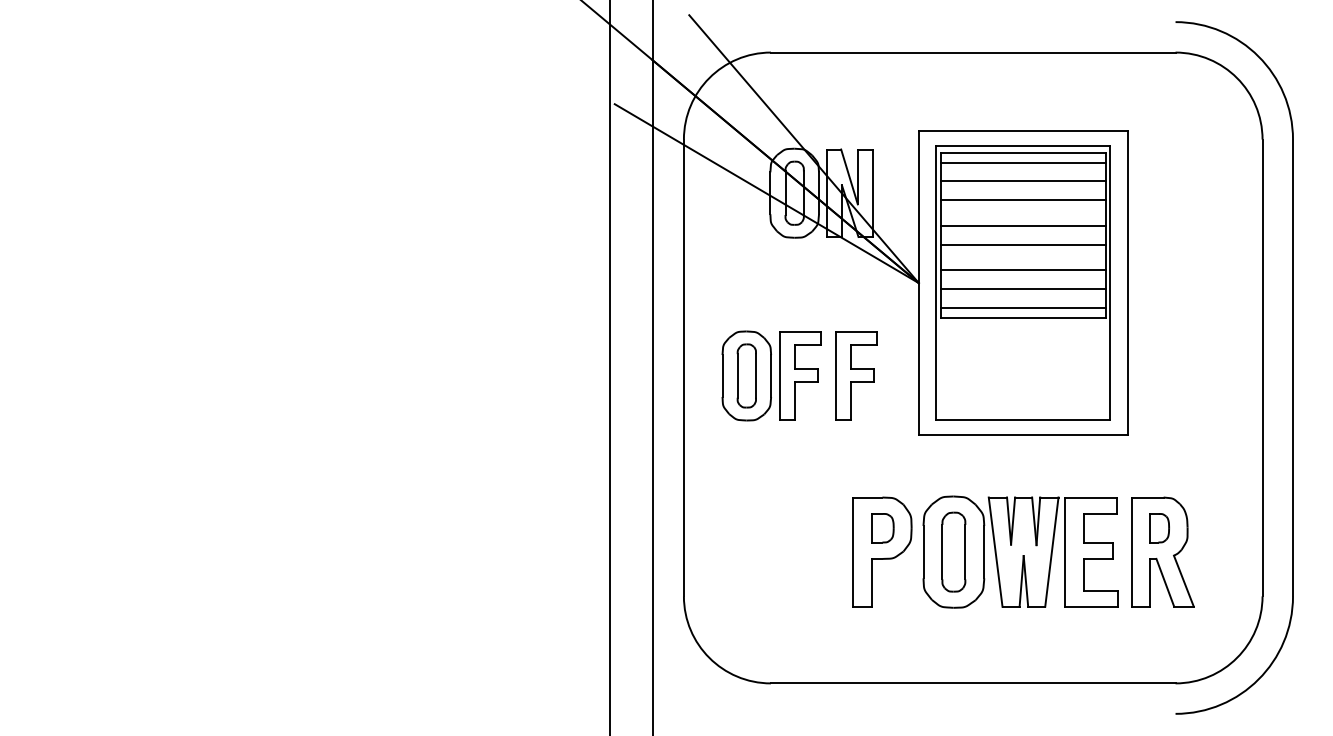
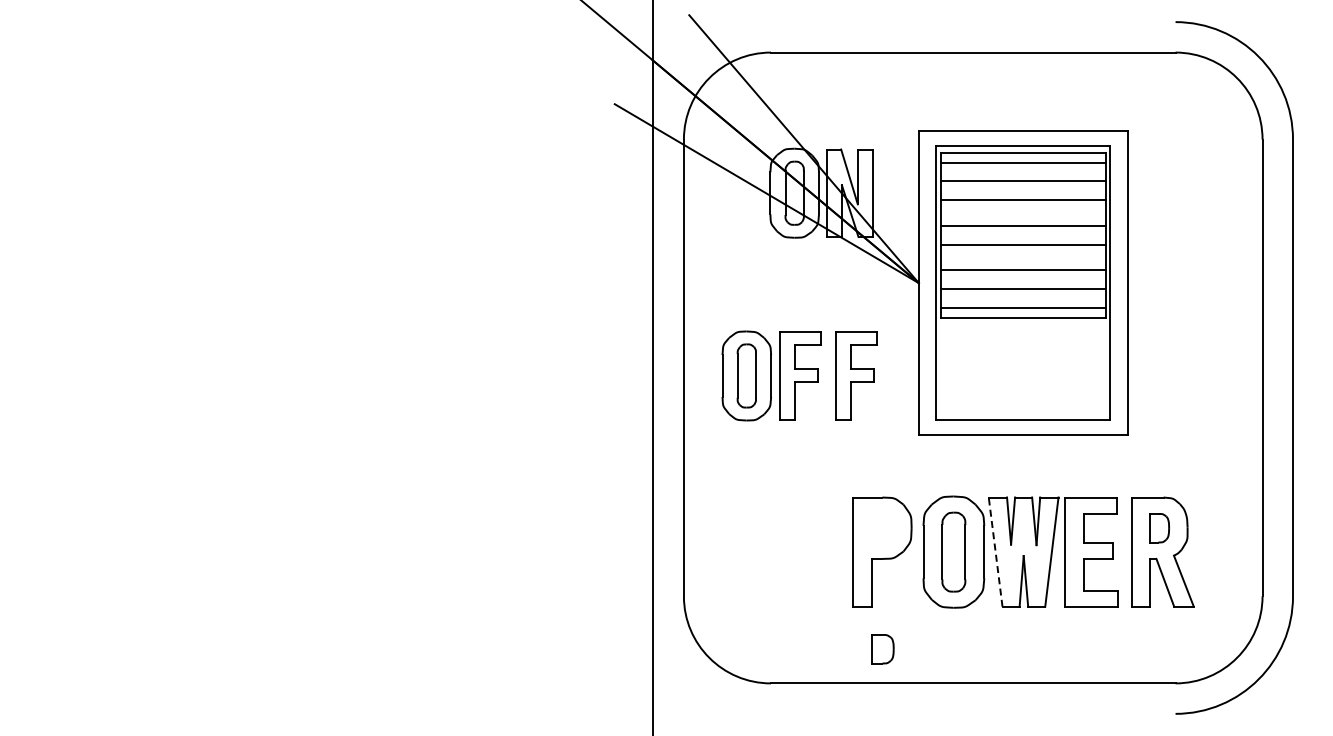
line at (609, 367): present -> none
part at (882, 528) position: (882, 528) -> (882, 649)
line at (995, 551): solid -> dashed
